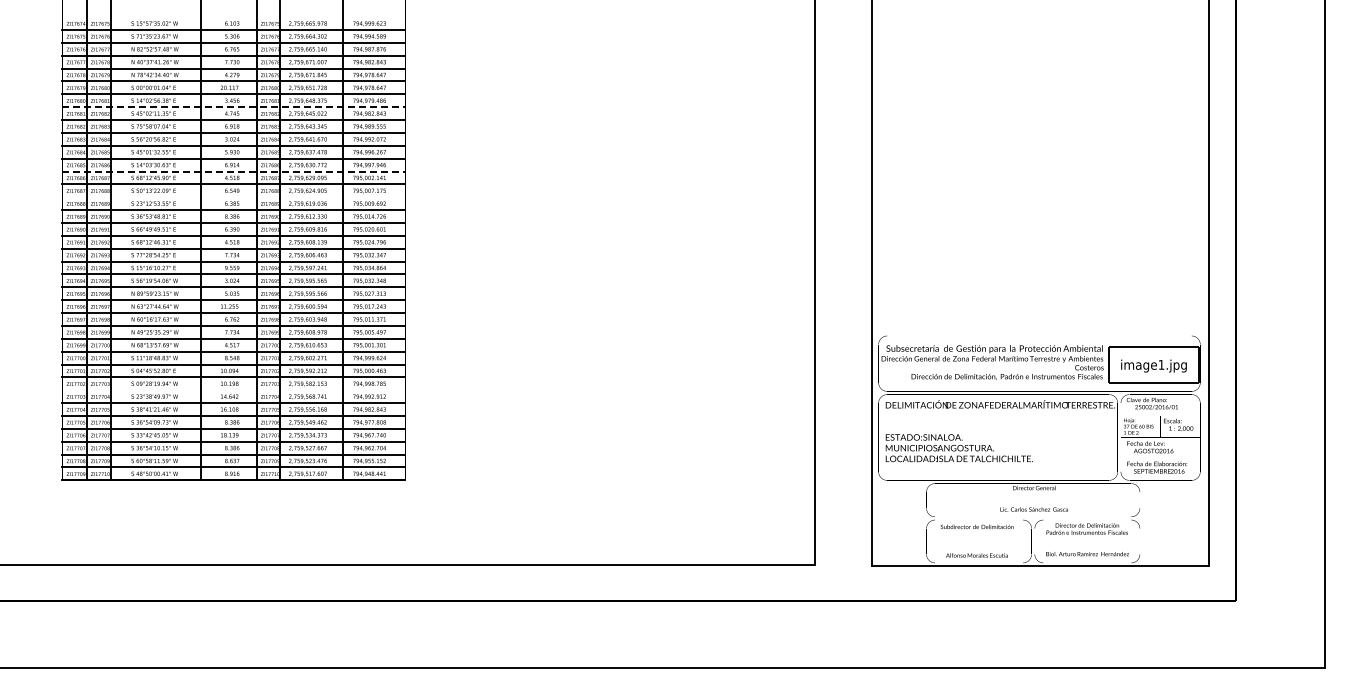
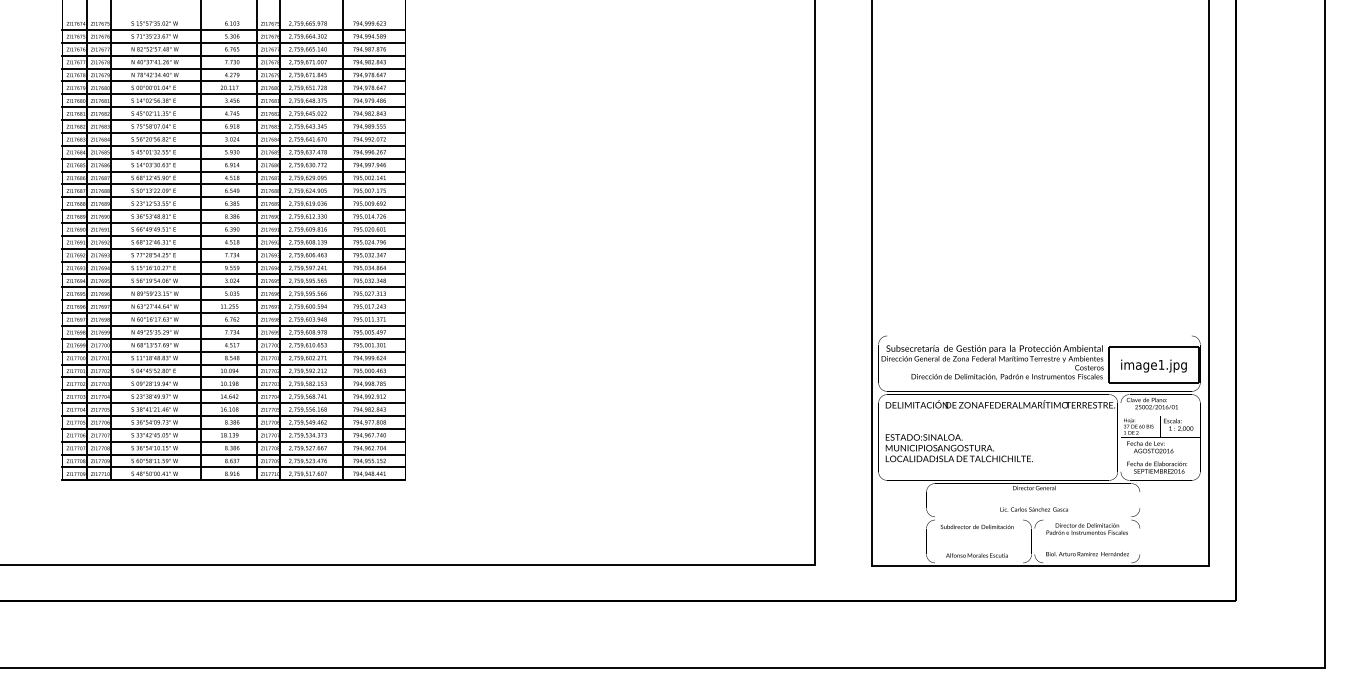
line at (234, 107): dashed -> solid
line at (234, 171): dashed -> solid
line at (233, 197): none -> present
line at (233, 390): none -> present
